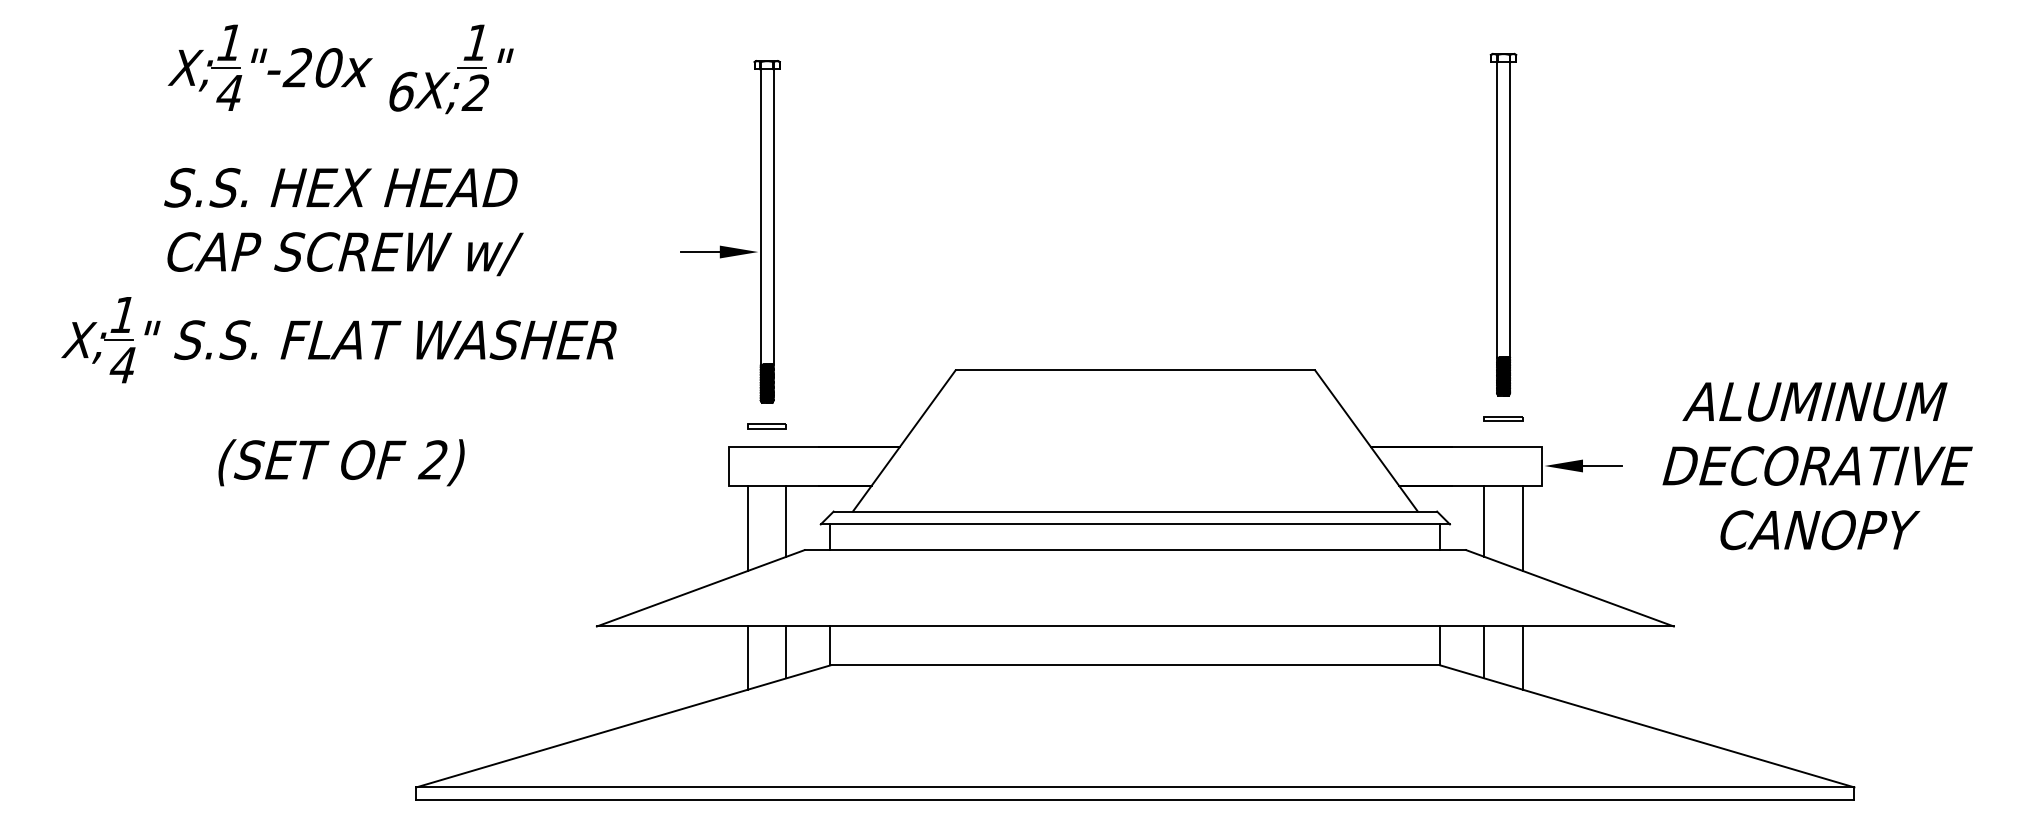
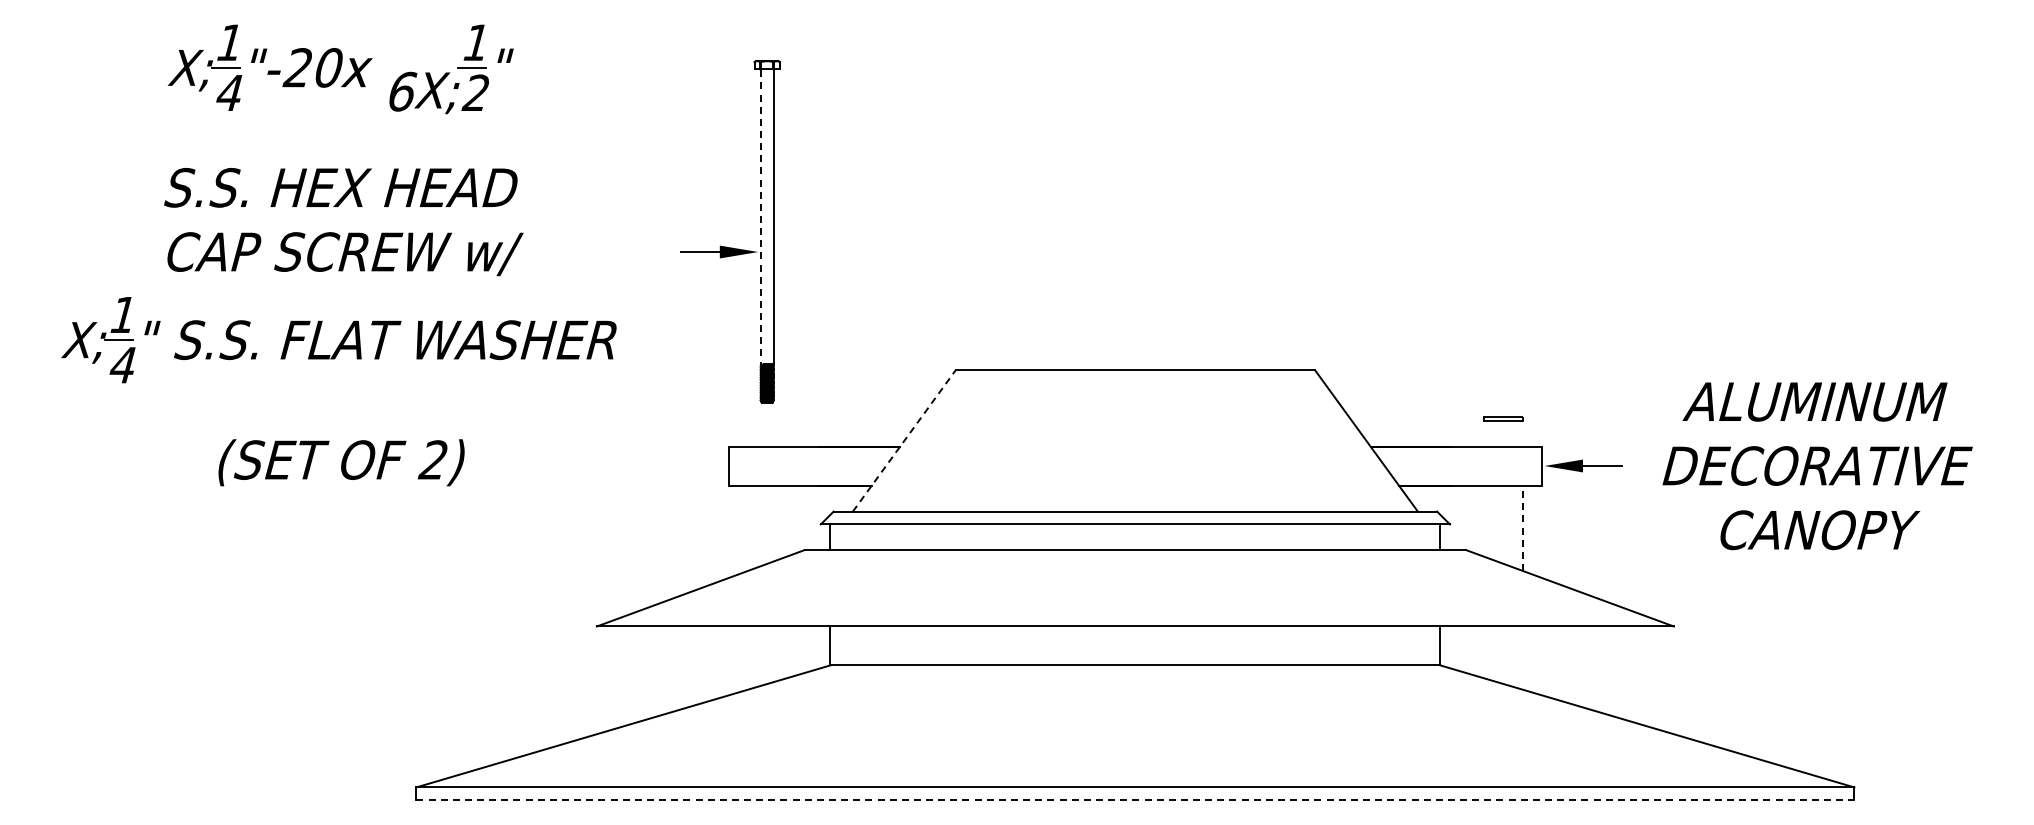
line at (760, 218): solid -> dashed
part at (1503, 224): present -> none
part at (766, 426): present -> none
line at (904, 440): solid -> dashed
line at (786, 520): present -> none
line at (1484, 520): present -> none
line at (747, 527): present -> none
line at (1522, 528): solid -> dashed
line at (786, 652): present -> none
line at (1484, 652): present -> none
line at (747, 657): present -> none
line at (1522, 657): present -> none
line at (1135, 800): solid -> dashed
